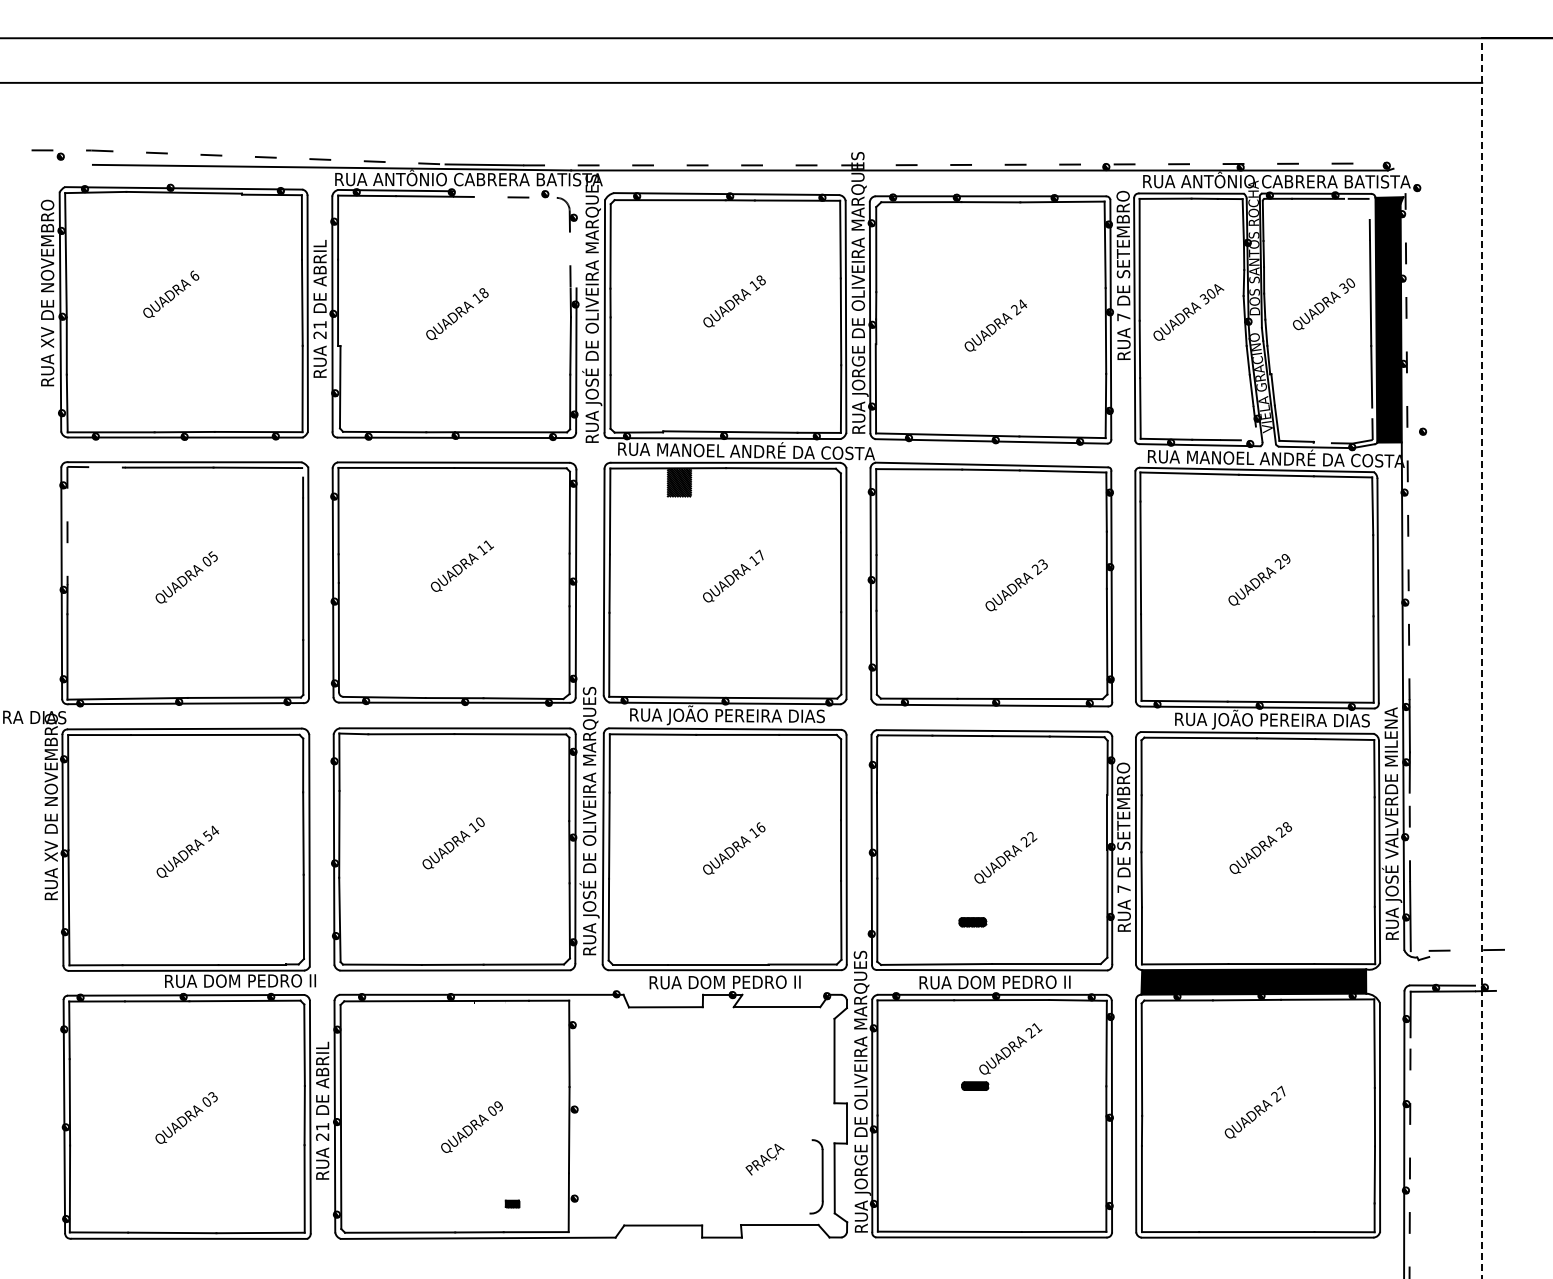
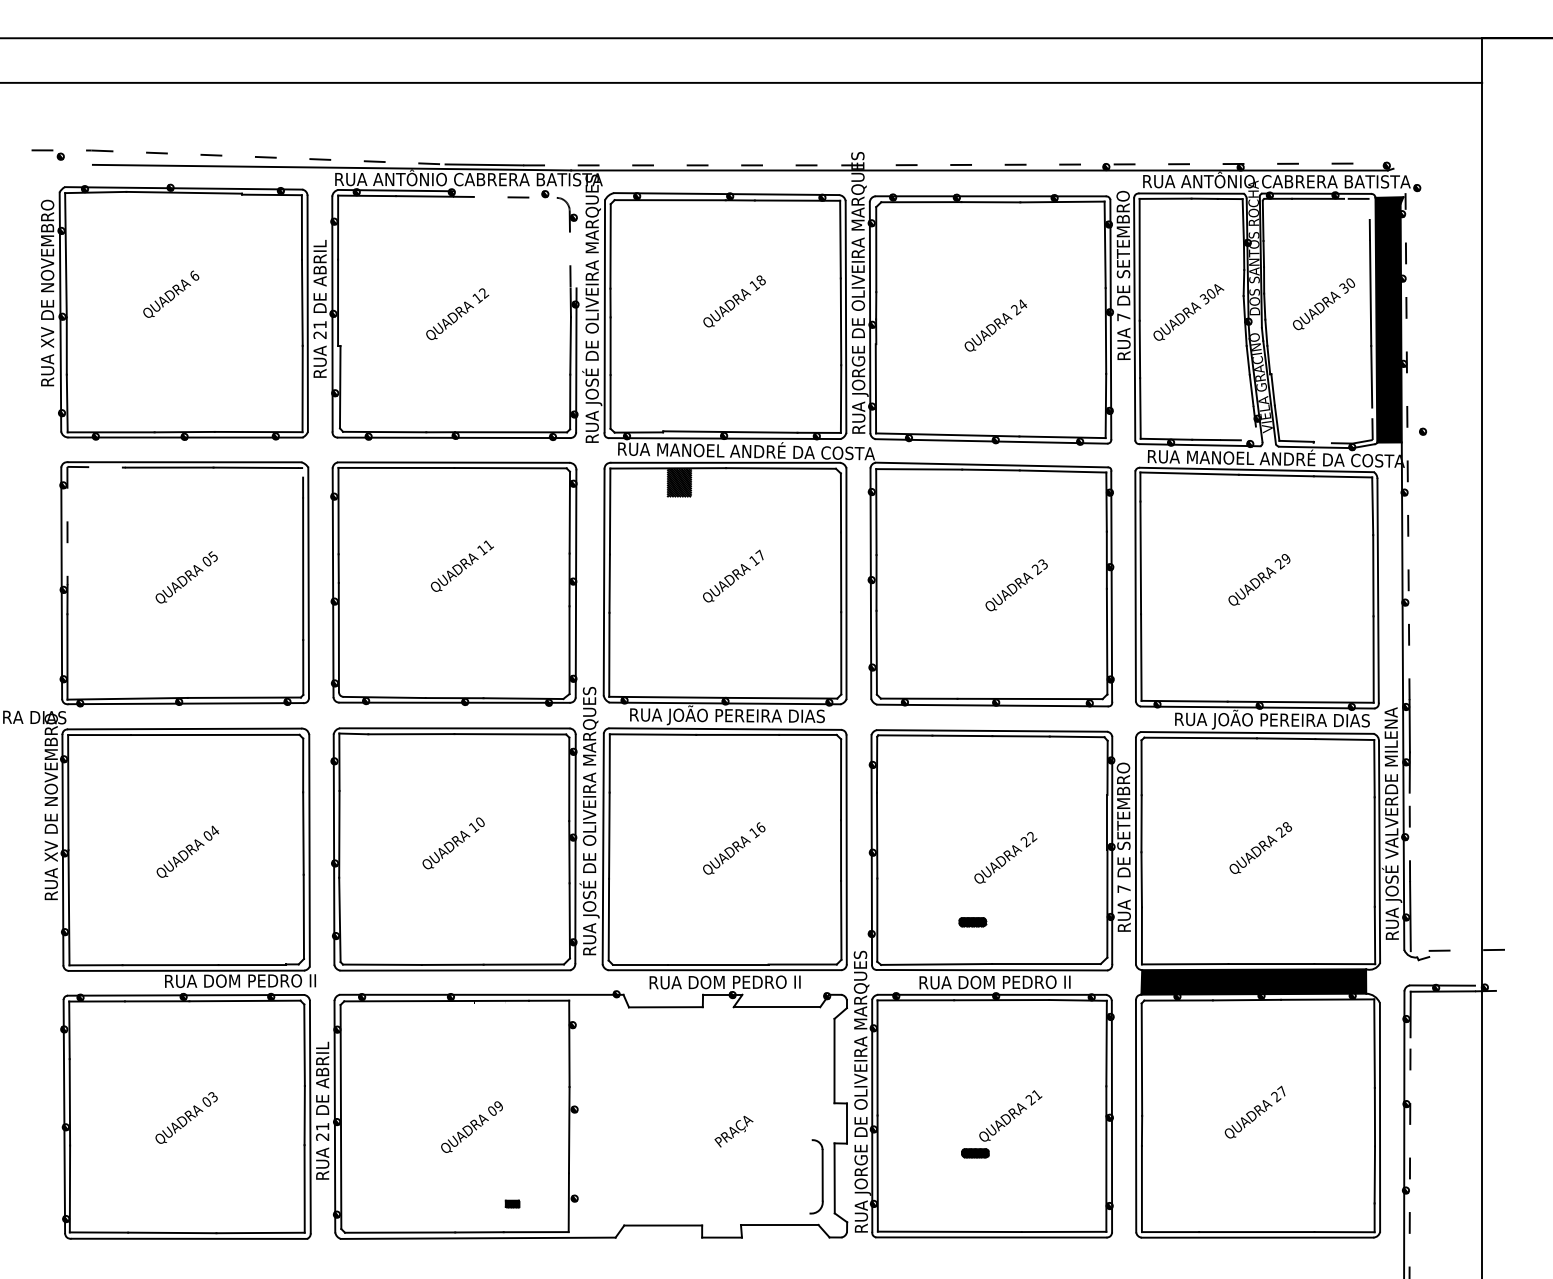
text at (483, 293): 18 -> 12
line at (1482, 658): dashed -> solid
text at (207, 835): 54 -> 04
part at (1001, 1057) position: (1001, 1057) -> (1001, 1124)
text at (764, 1159) position: (764, 1159) -> (733, 1131)
